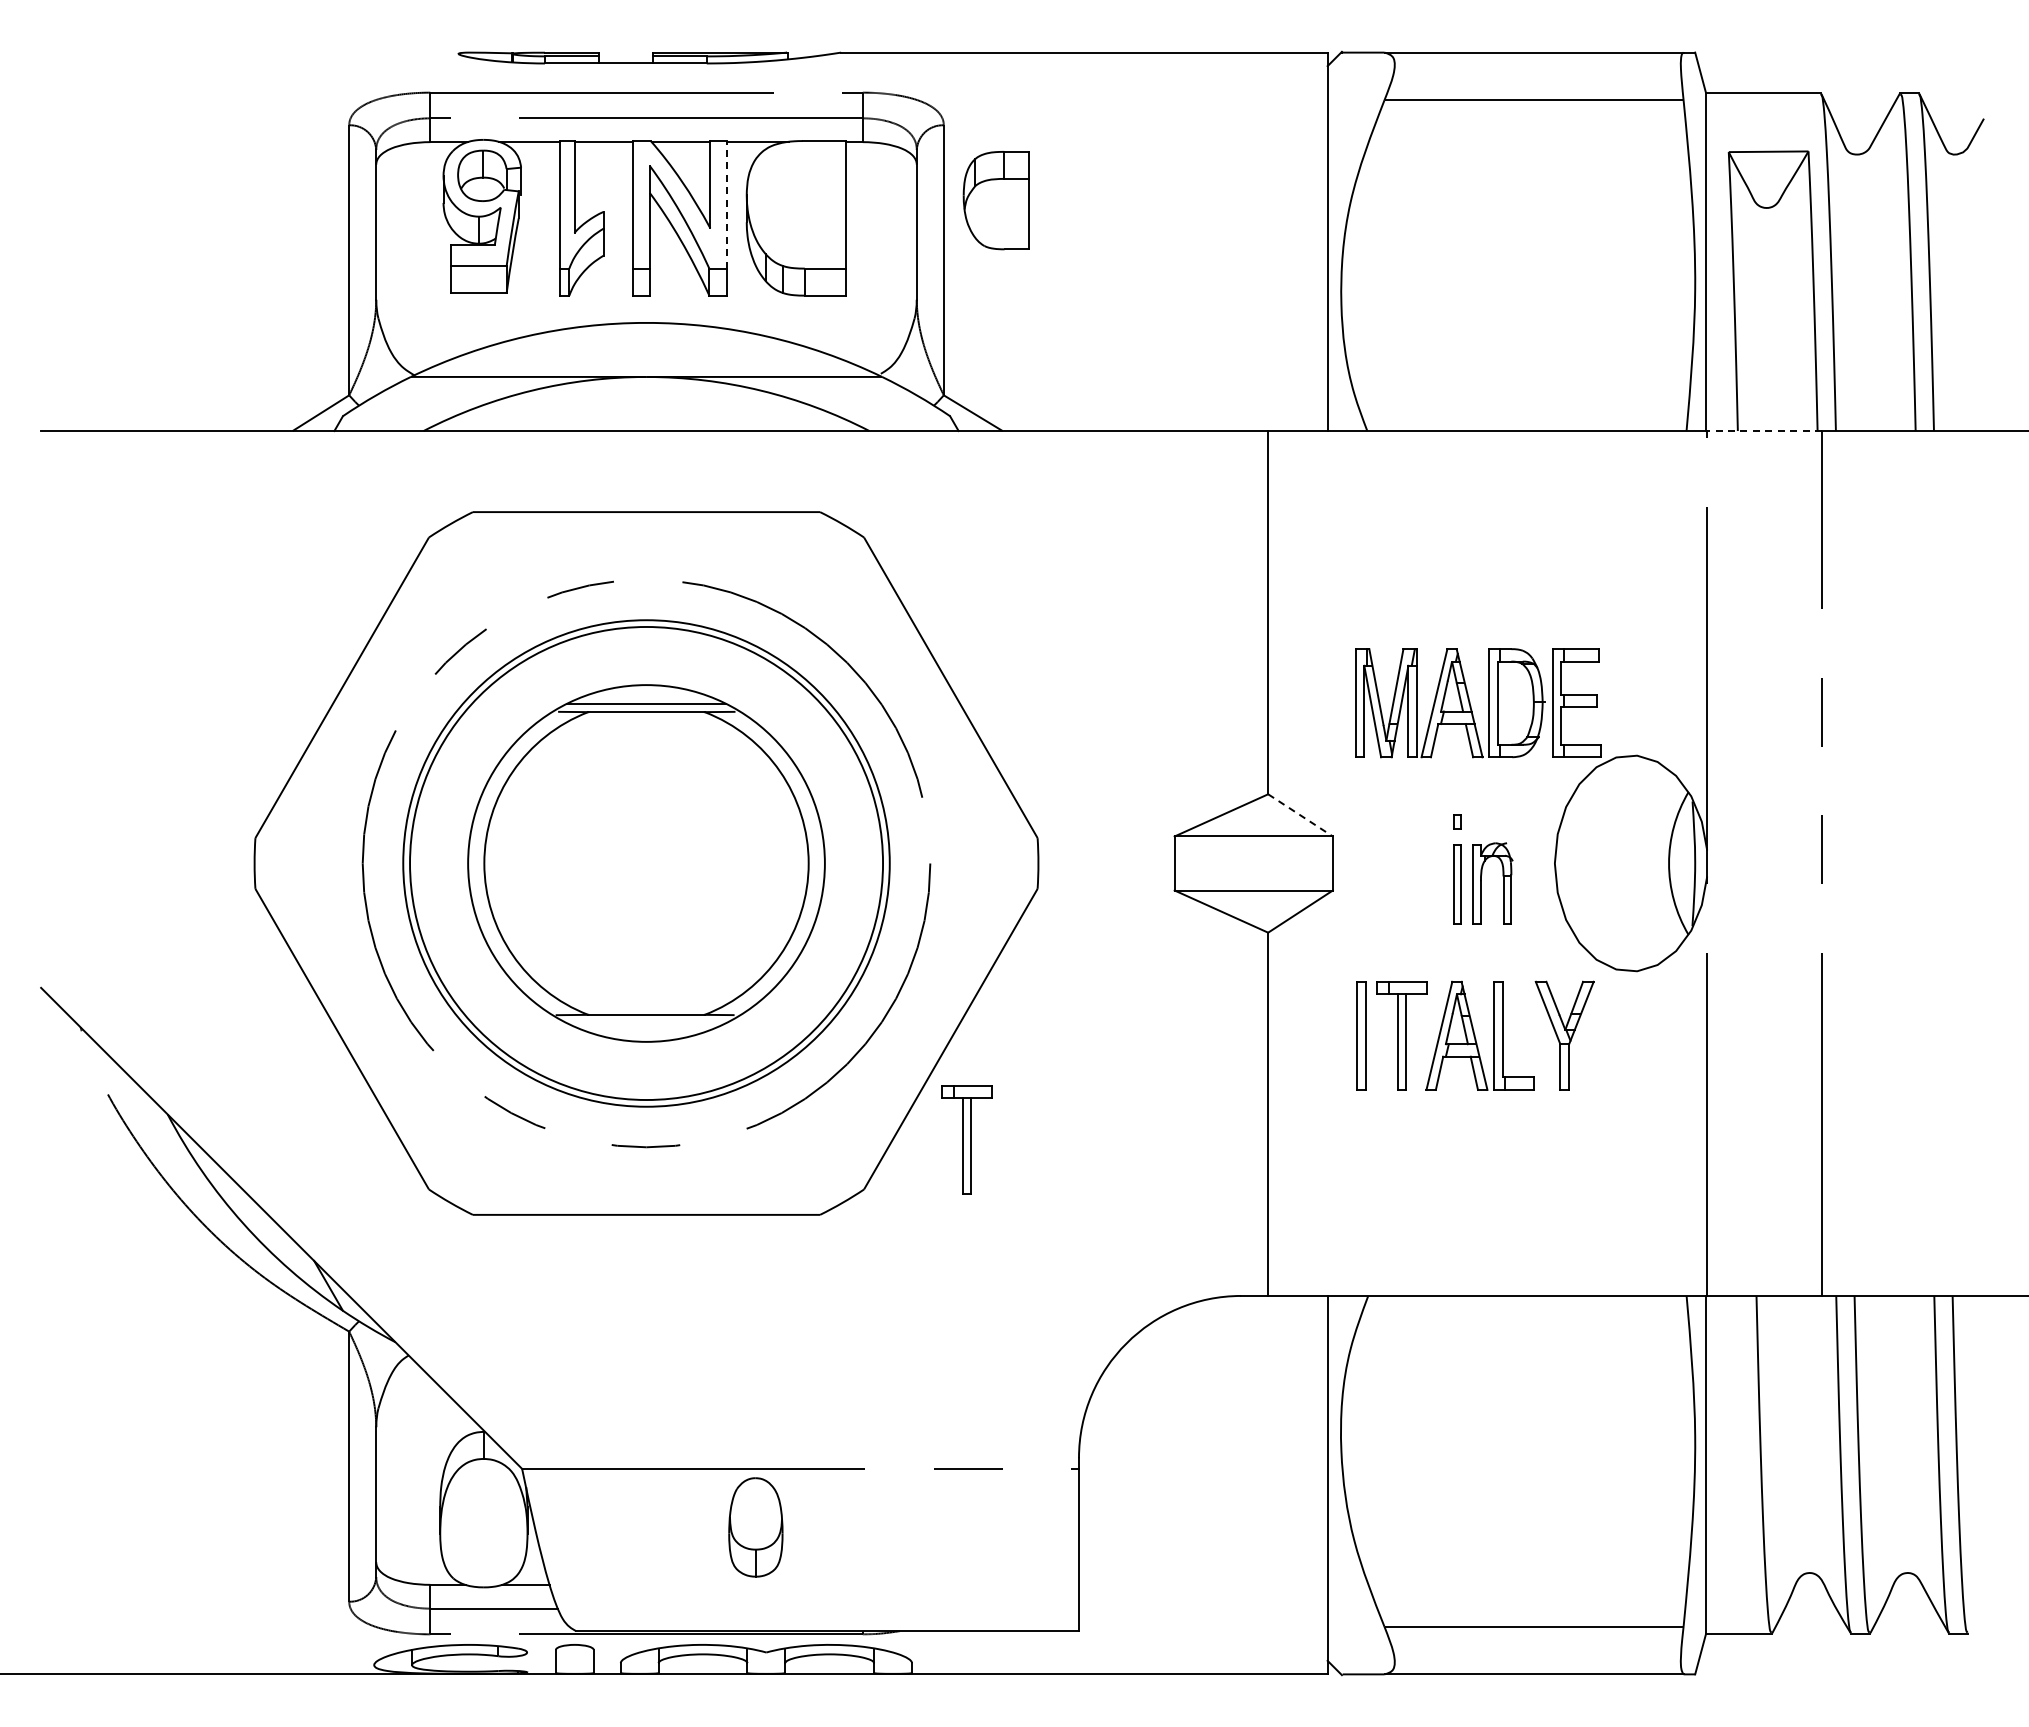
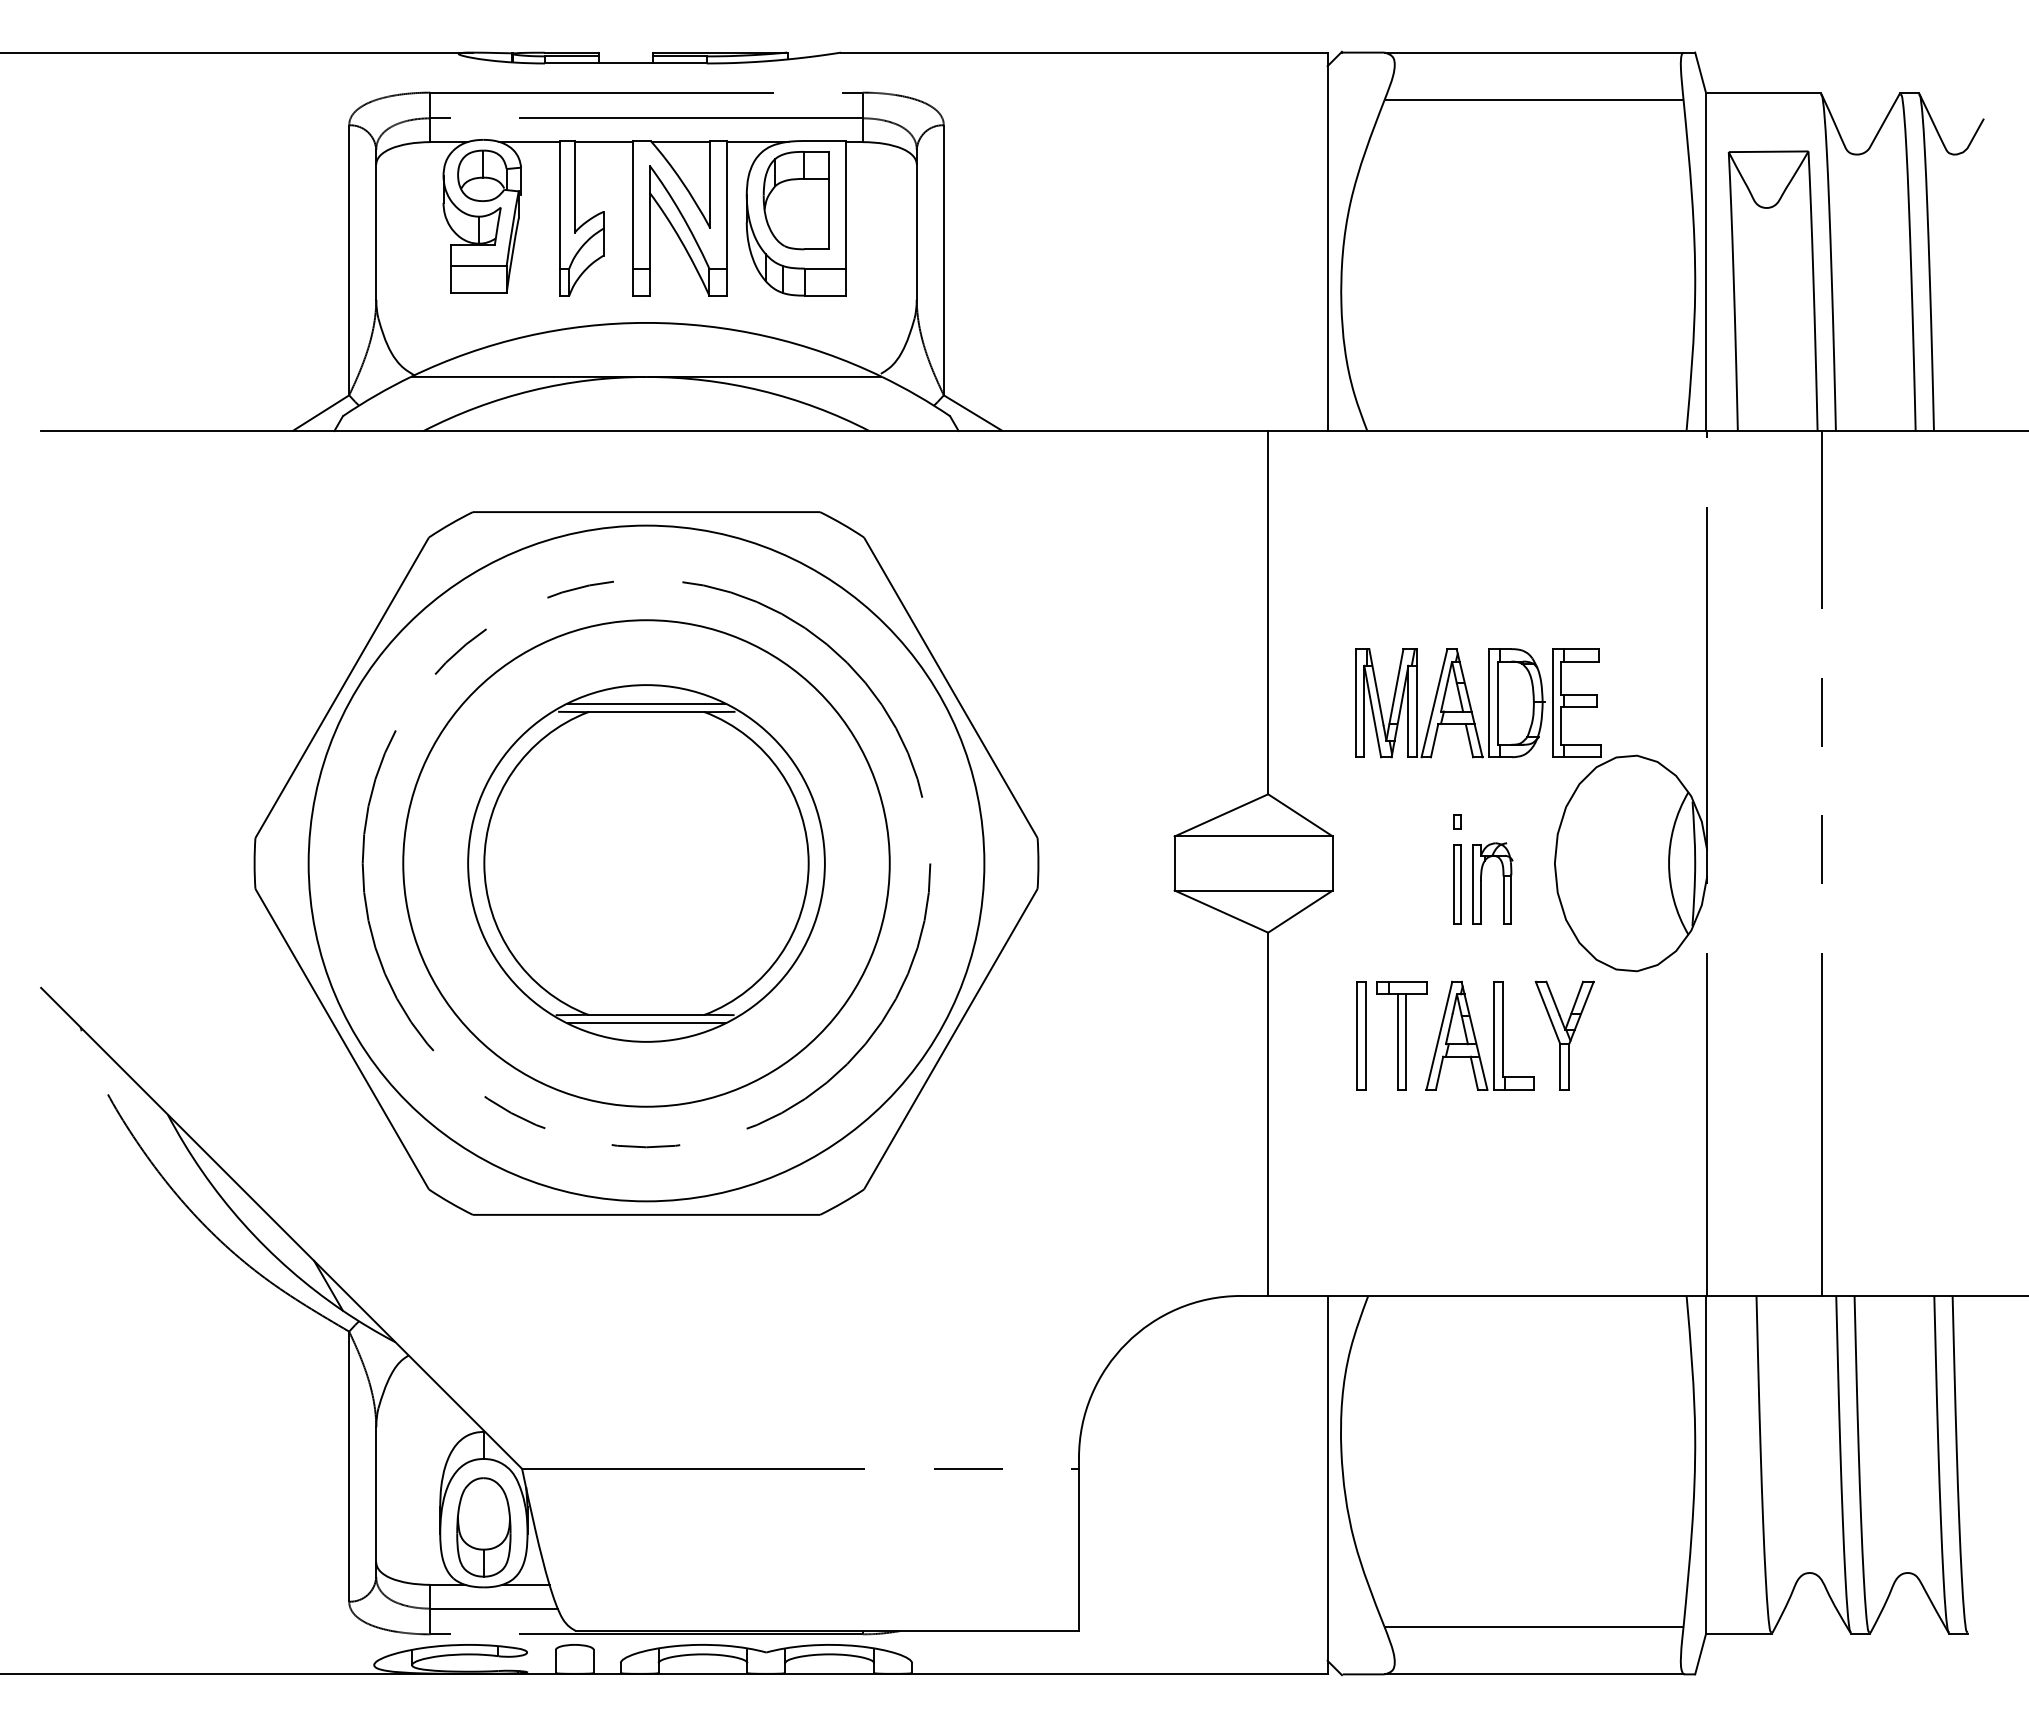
line at (237, 52): none -> present
part at (995, 200) position: (995, 200) -> (795, 200)
line at (727, 204): dashed -> solid
line at (1764, 431): dashed -> solid
line at (1300, 815): dashed -> solid
circle at (646, 863) diameter: 473 px -> 676 px
line at (646, 1022): none -> present
part at (966, 1139): present -> none
part at (755, 1527) position: (755, 1527) -> (483, 1527)
